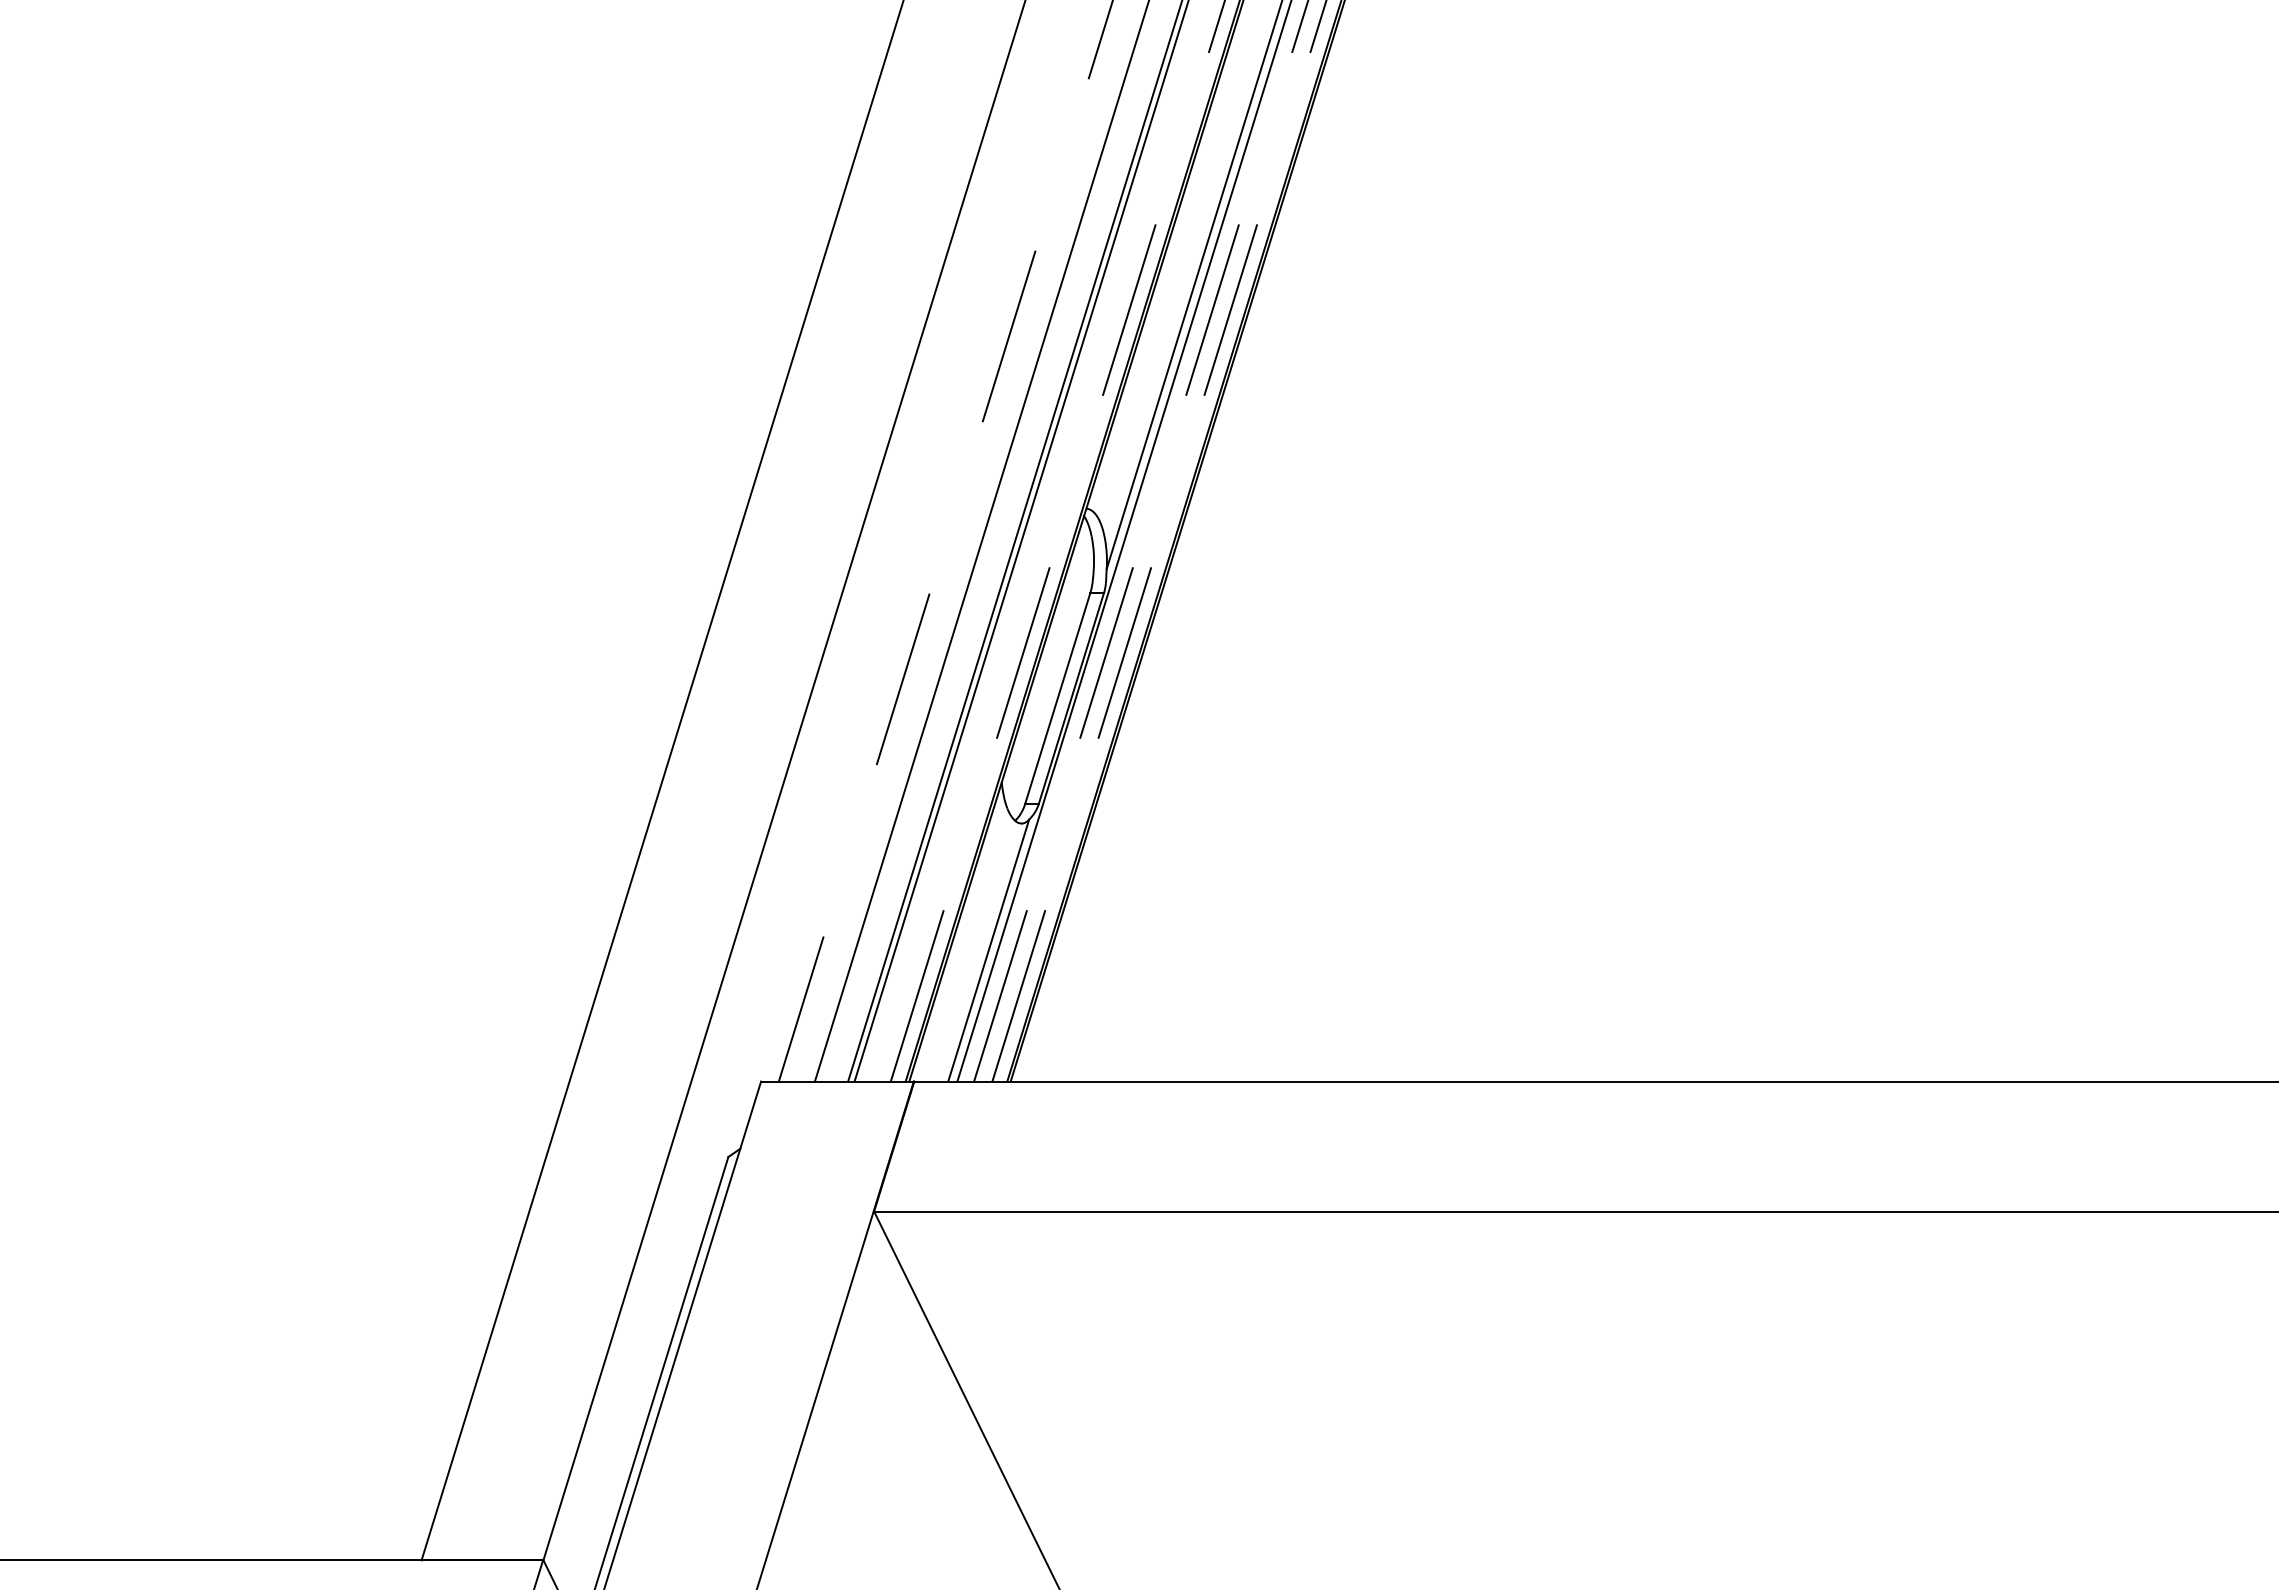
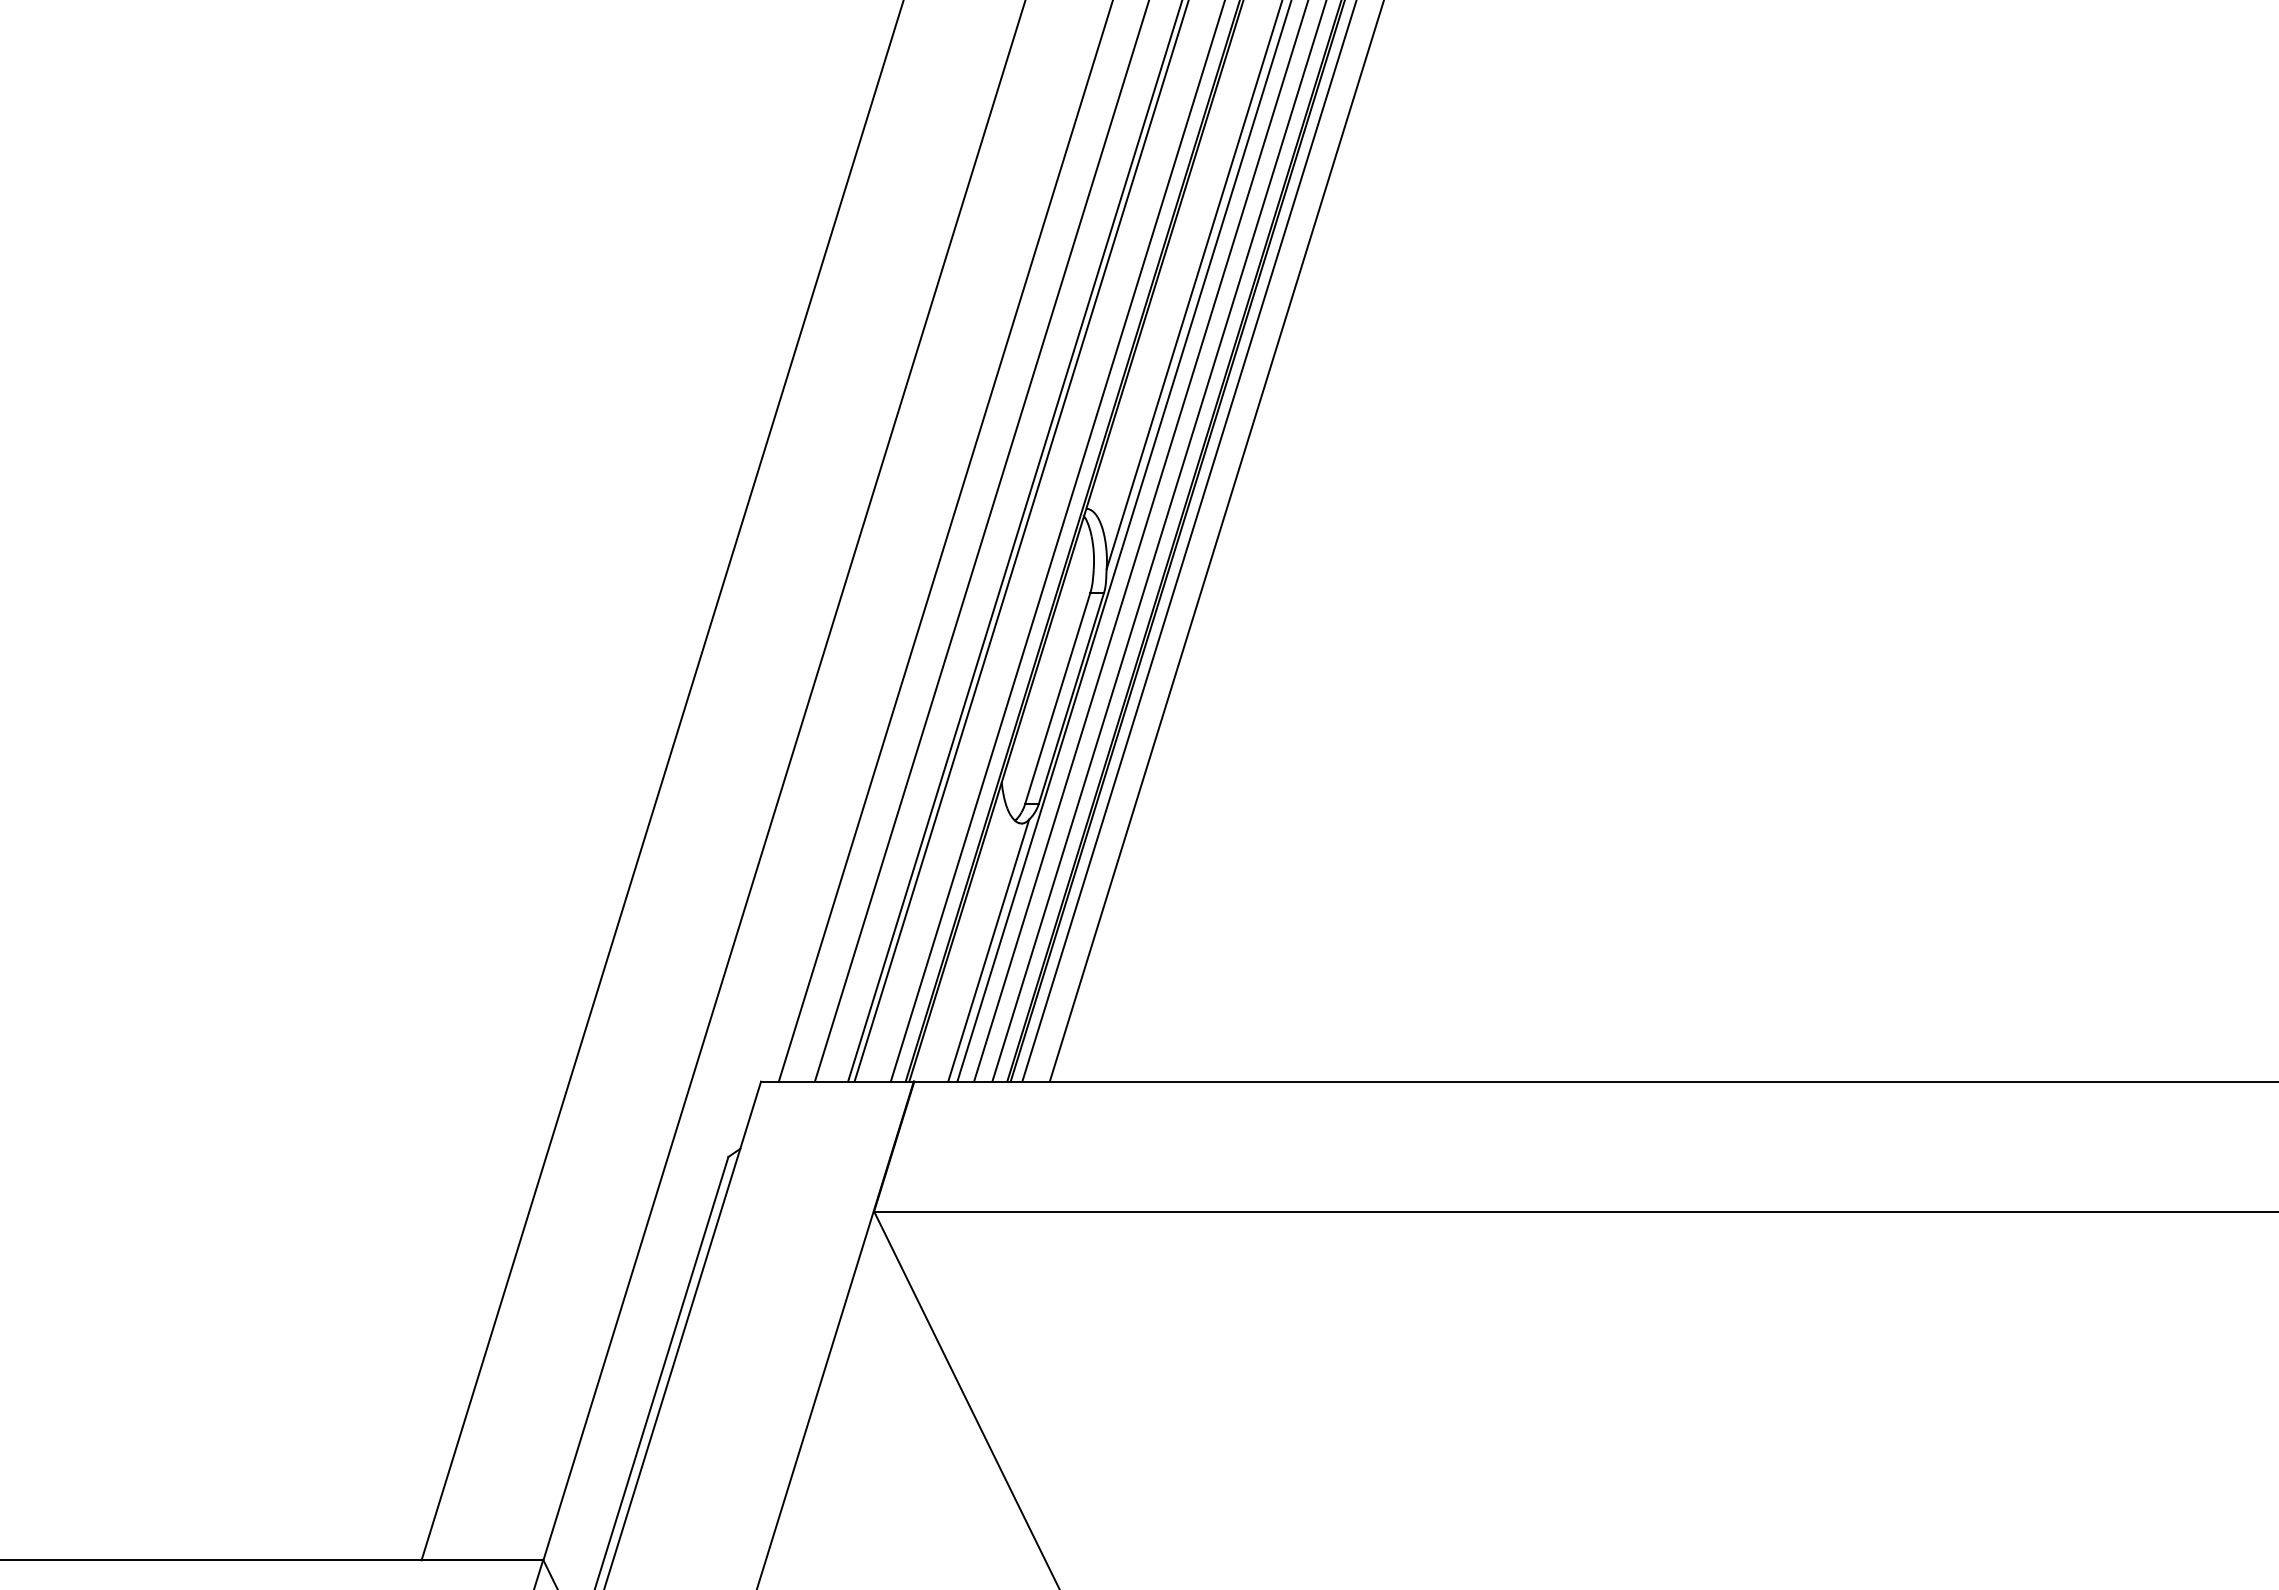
line at (1141, 540): dashed -> solid
line at (945, 541): dashed -> solid
line at (1057, 541): dashed -> solid
line at (1159, 541): dashed -> solid
line at (1188, 541): none -> present
line at (1216, 541): none -> present
